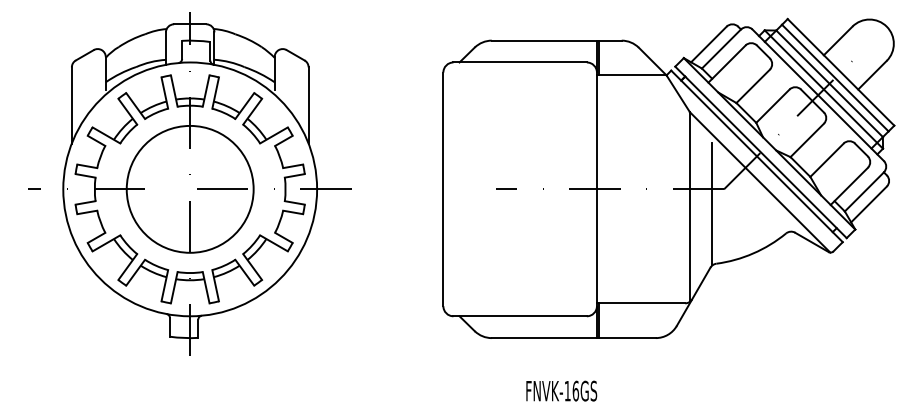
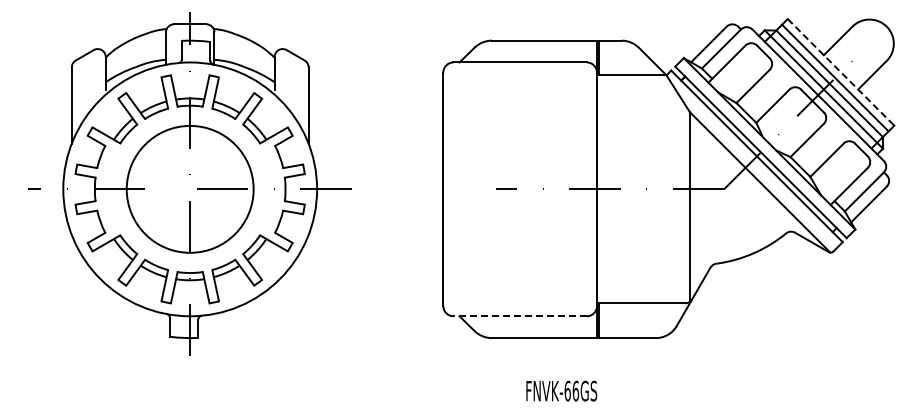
line at (841, 72): solid -> dashed
line at (712, 203): present -> none
line at (520, 316): solid -> dashed
text at (567, 390): FNVK-16GS -> FNVK-66GS
